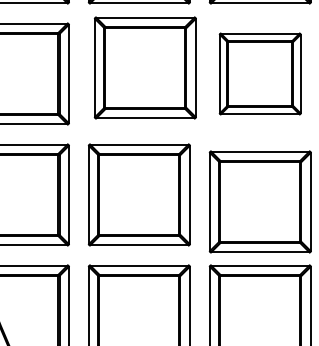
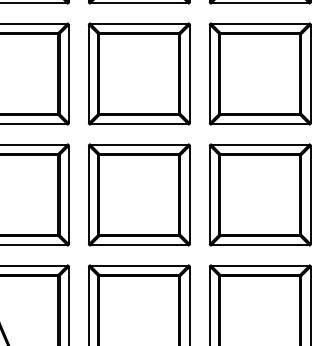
part at (144, 67) position: (144, 67) -> (138, 73)
part at (259, 73) size: 84x84 px -> 104x104 px
part at (259, 201) position: (259, 201) -> (259, 194)
